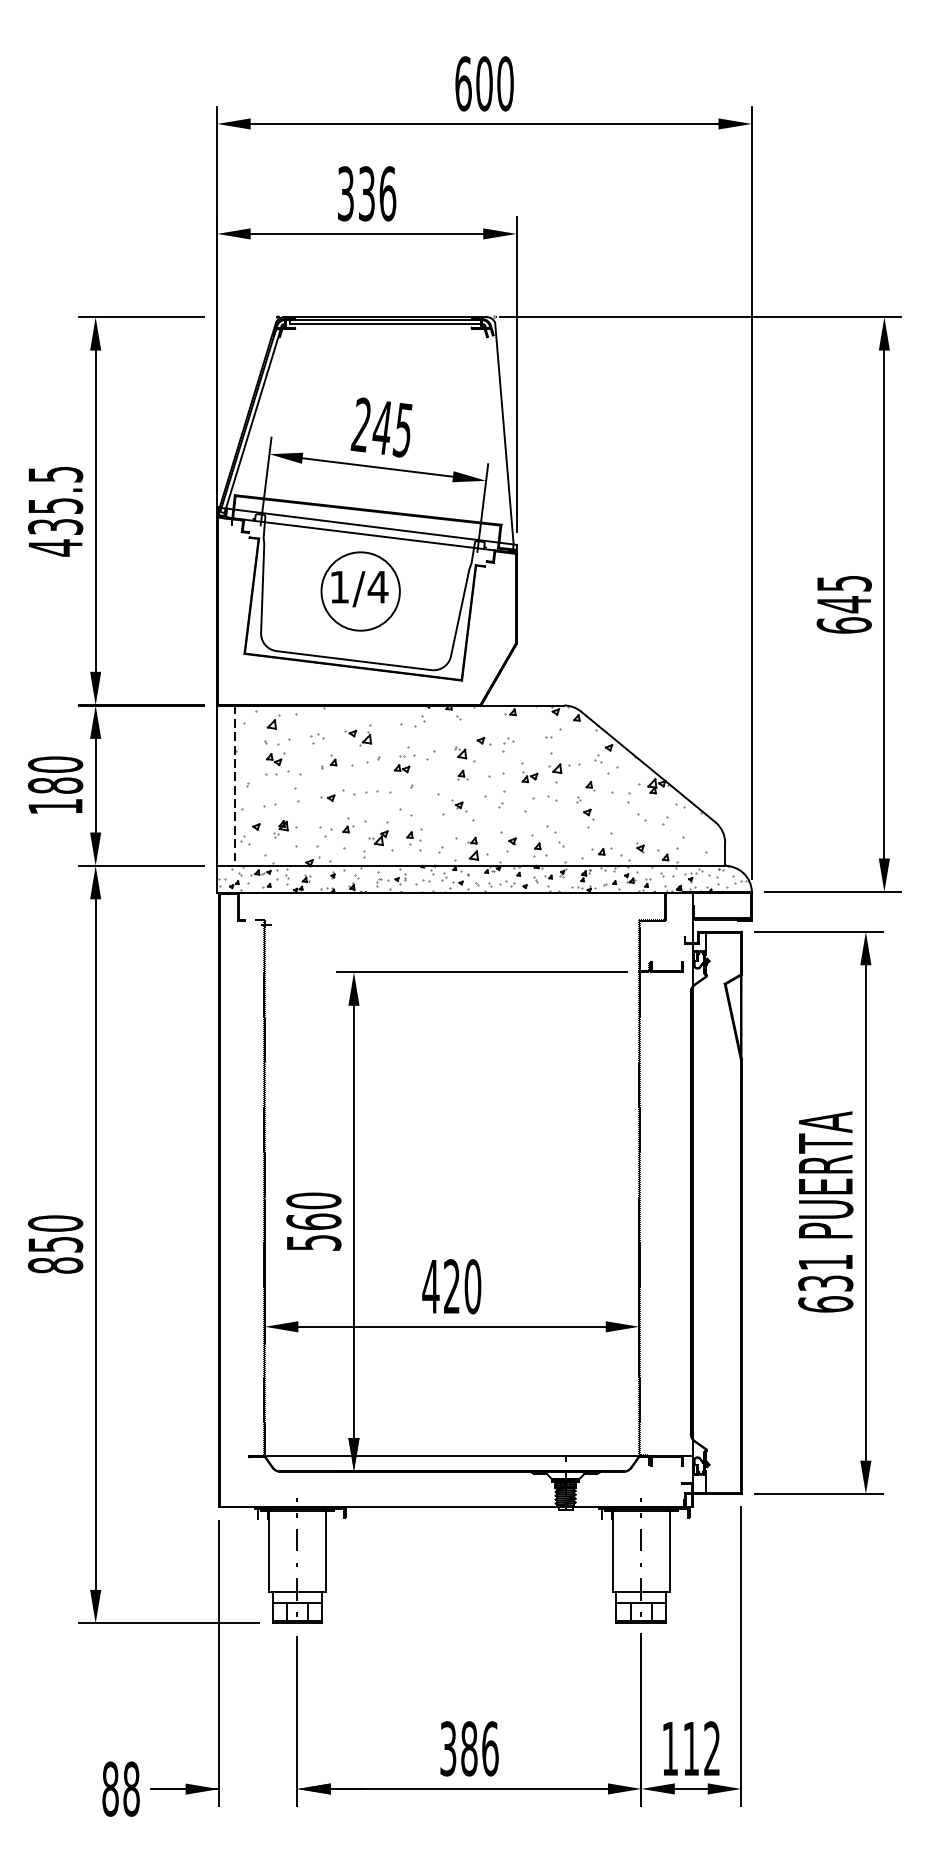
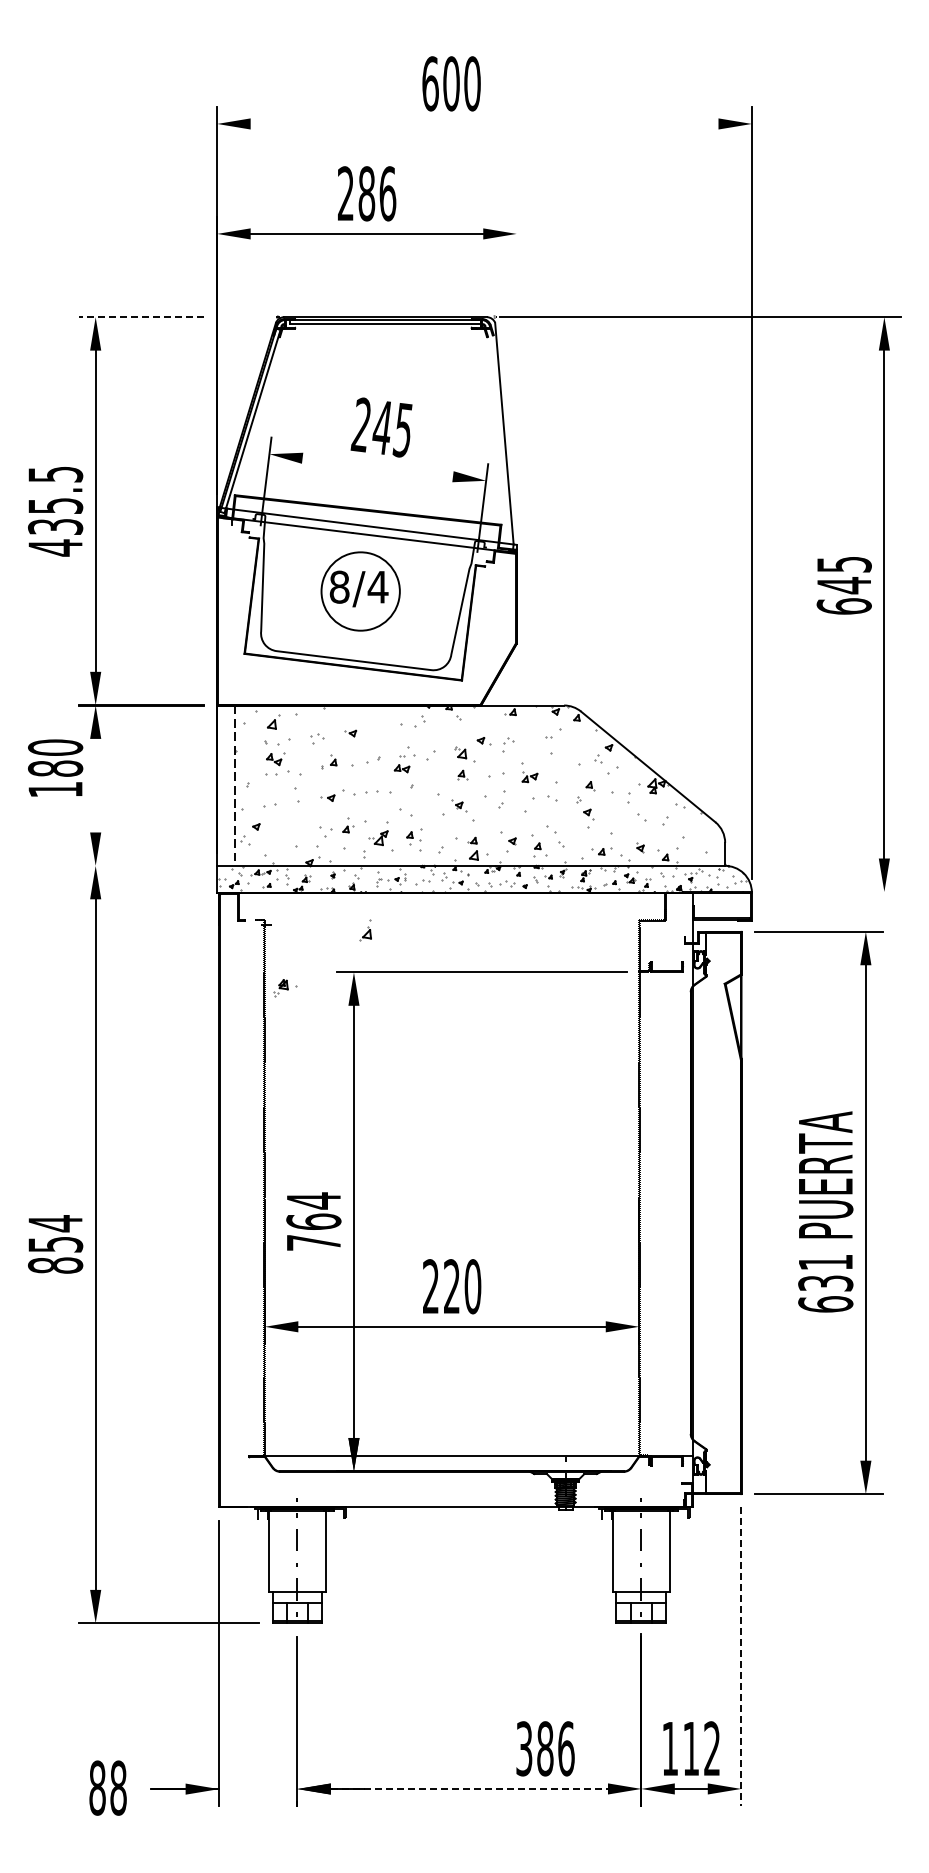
text at (484, 83) position: (484, 83) -> (451, 83)
line at (484, 123): present -> none
text at (356, 193): 336 -> 286
line at (140, 317): solid -> dashed
line at (516, 374): present -> none
line at (377, 467): present -> none
text at (339, 586): 1/4 -> 8/4
text at (843, 604) position: (843, 604) -> (843, 585)
part at (365, 735) position: (365, 735) -> (365, 930)
part at (559, 768): present -> none
text at (55, 784) position: (55, 784) -> (55, 767)
line at (95, 785): present -> none
part at (285, 829) position: (285, 829) -> (285, 988)
line at (140, 865): present -> none
line at (833, 891): present -> none
text at (313, 1221): 560 -> 764
text at (55, 1223): 850 -> 854
text at (430, 1286): 420 -> 220
line at (741, 1657): solid -> dashed
text at (469, 1748) position: (469, 1748) -> (545, 1748)
text at (120, 1788) position: (120, 1788) -> (107, 1787)
line at (469, 1788): solid -> dashed
